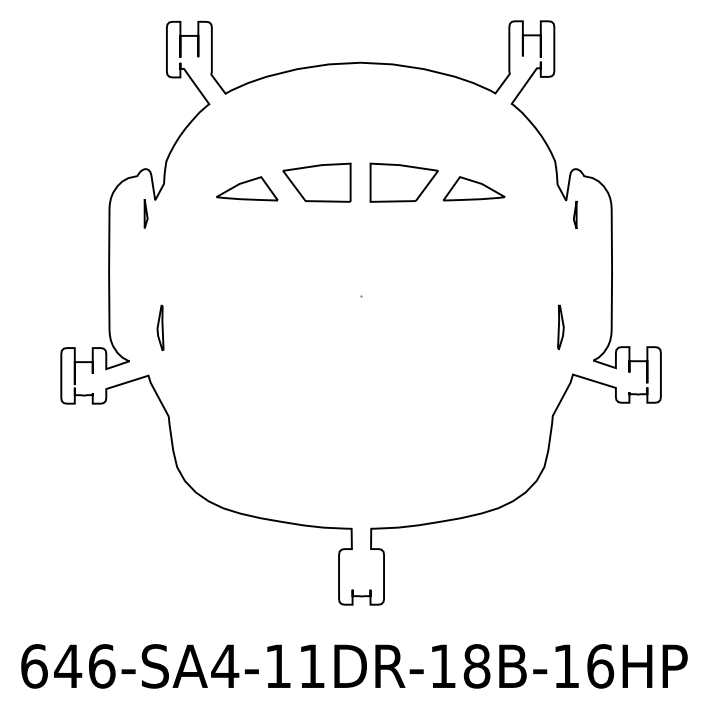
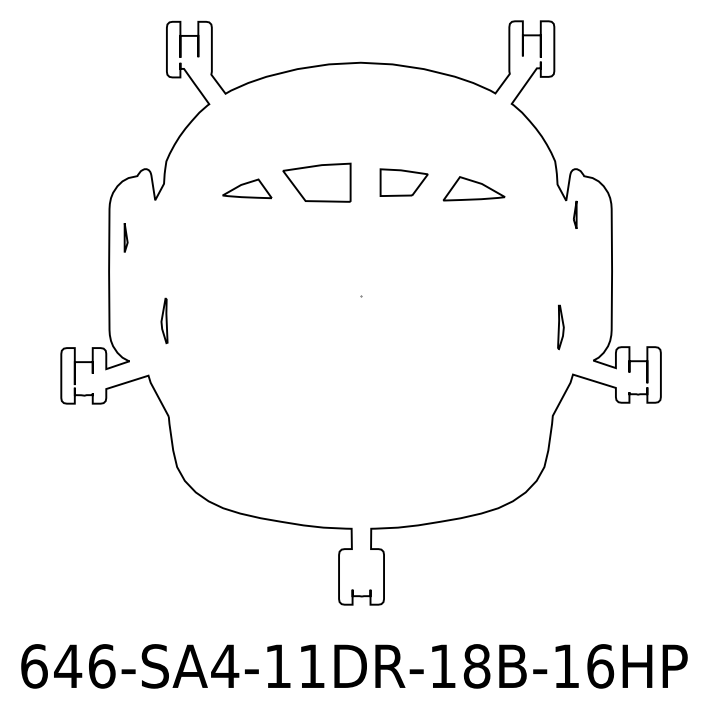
part at (403, 182) size: 70x41 px -> 50x29 px
part at (247, 188) size: 63x26 px -> 51x22 px
part at (145, 213) position: (145, 213) -> (125, 237)
part at (160, 327) position: (160, 327) -> (164, 320)
